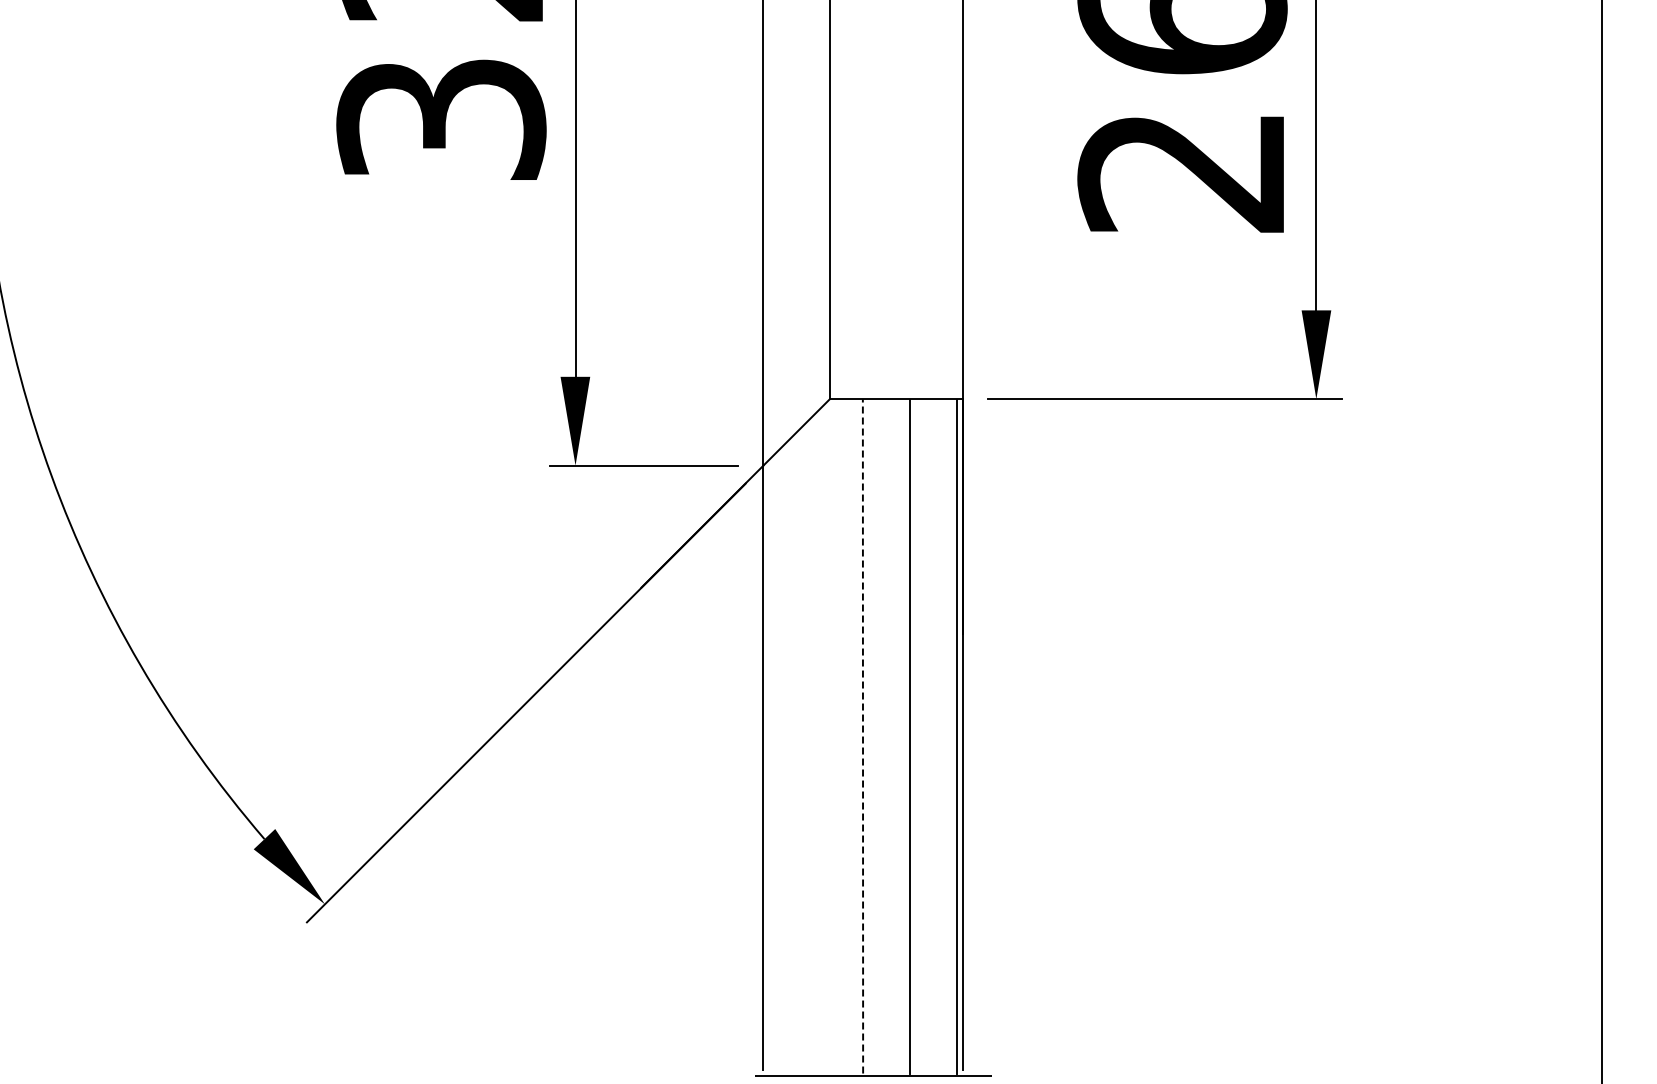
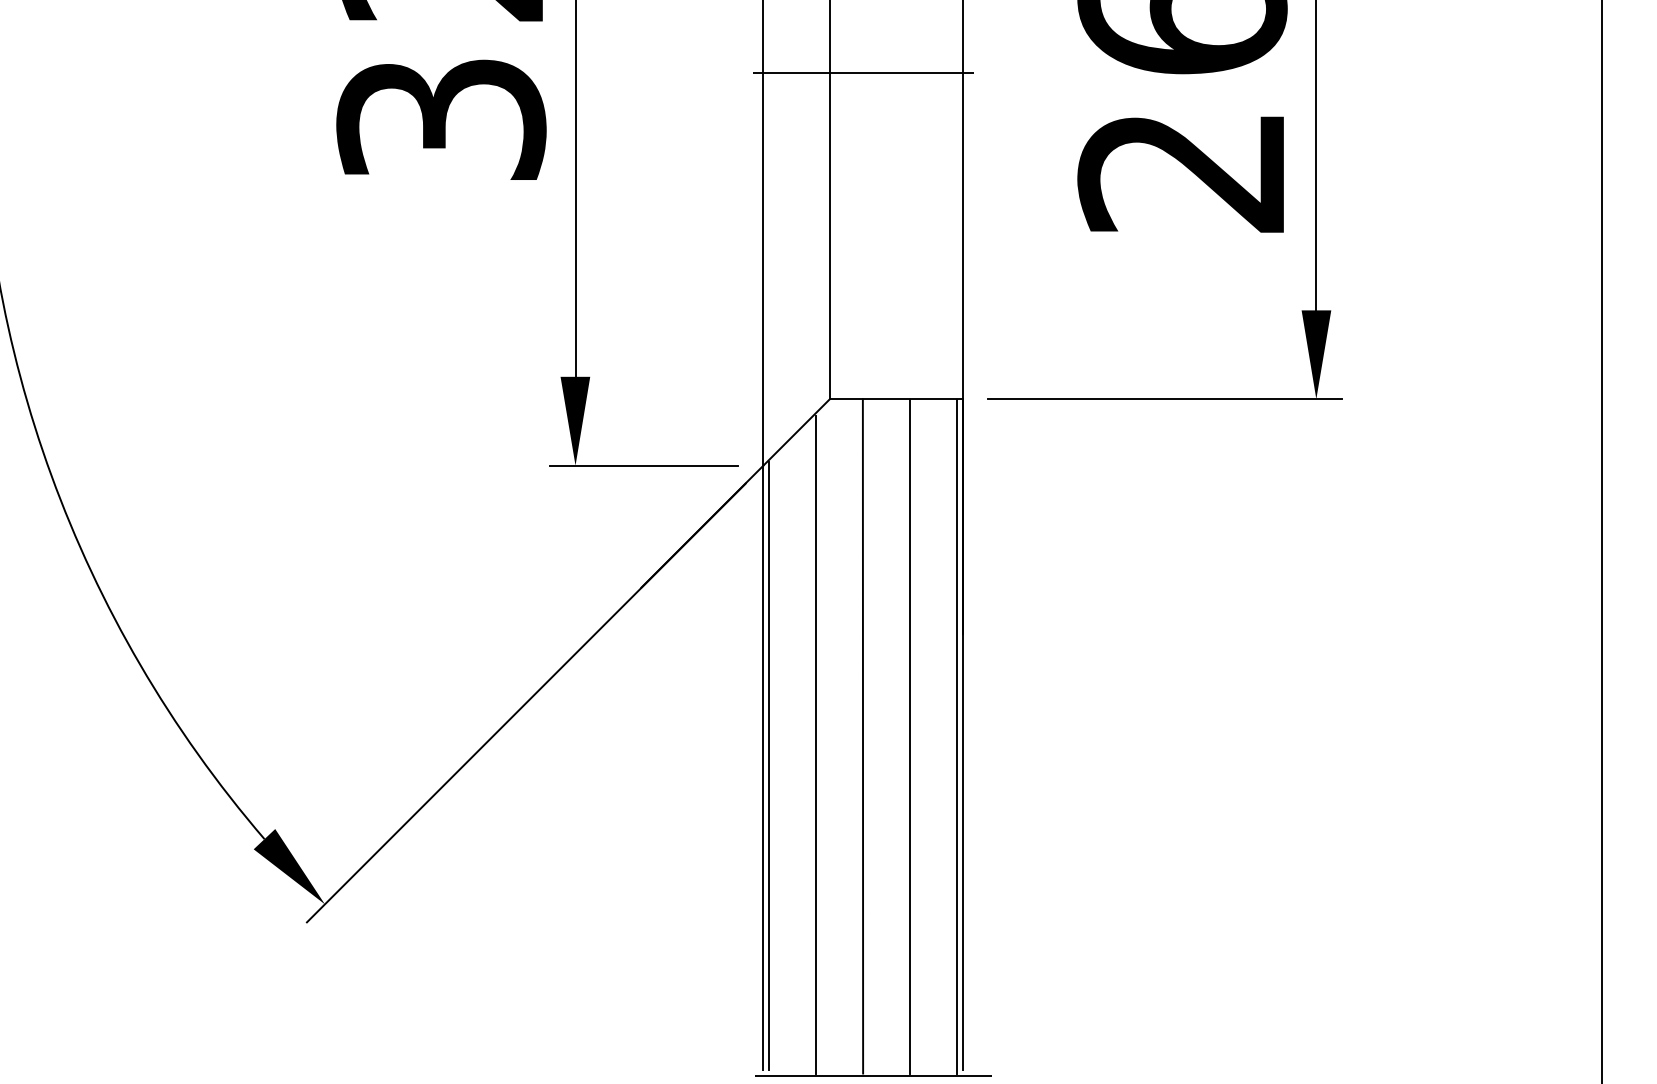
line at (862, 73): none -> present
line at (863, 735): dashed -> solid
line at (815, 744): none -> present
line at (768, 765): none -> present
